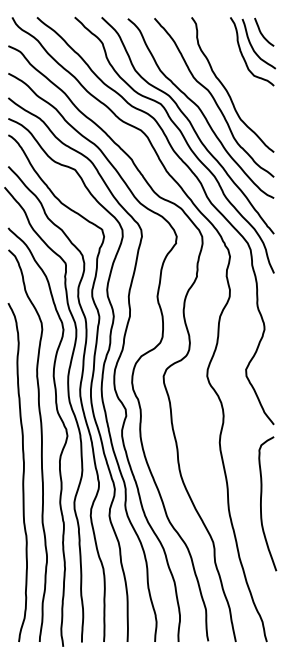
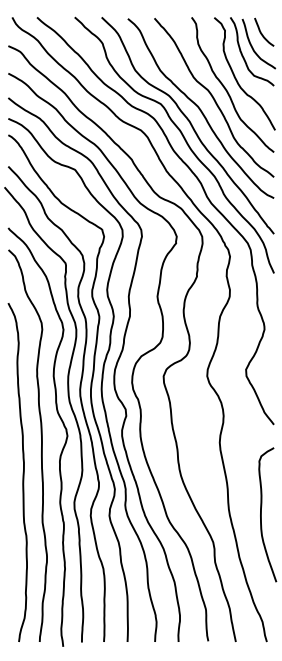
curve at (235, 75): none -> present
curve at (261, 503) position: (261, 503) -> (261, 514)
